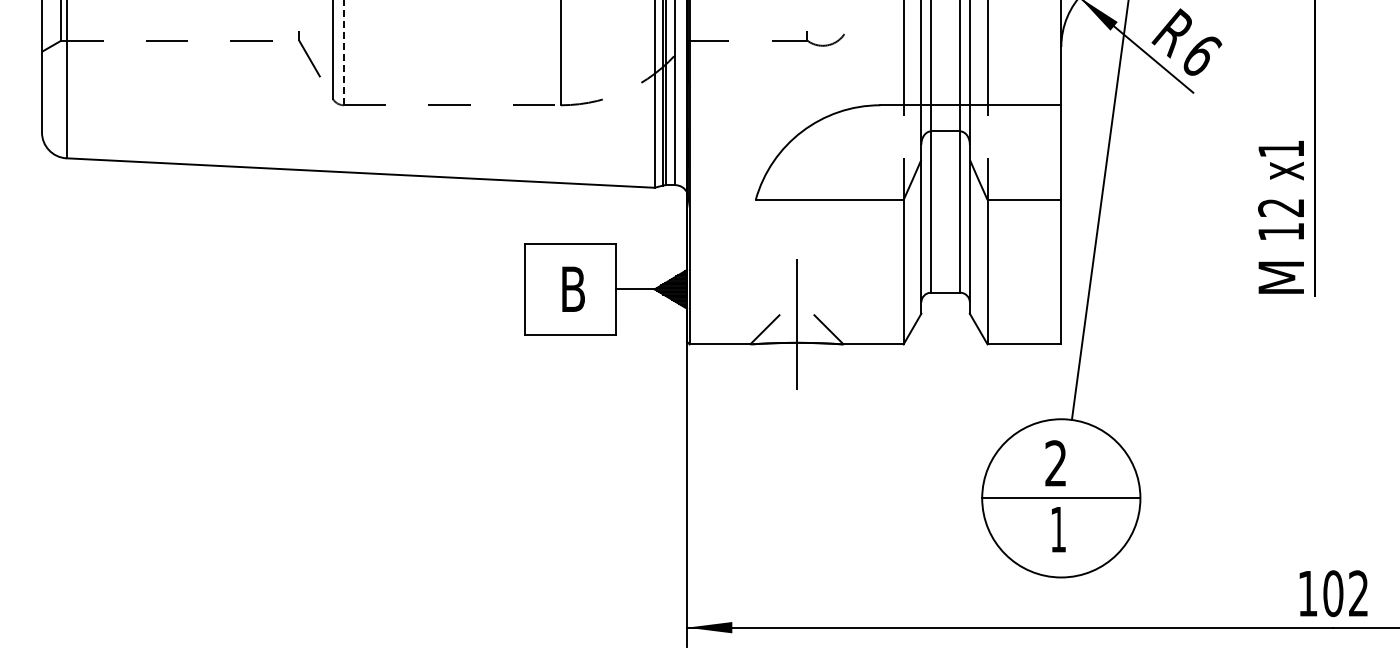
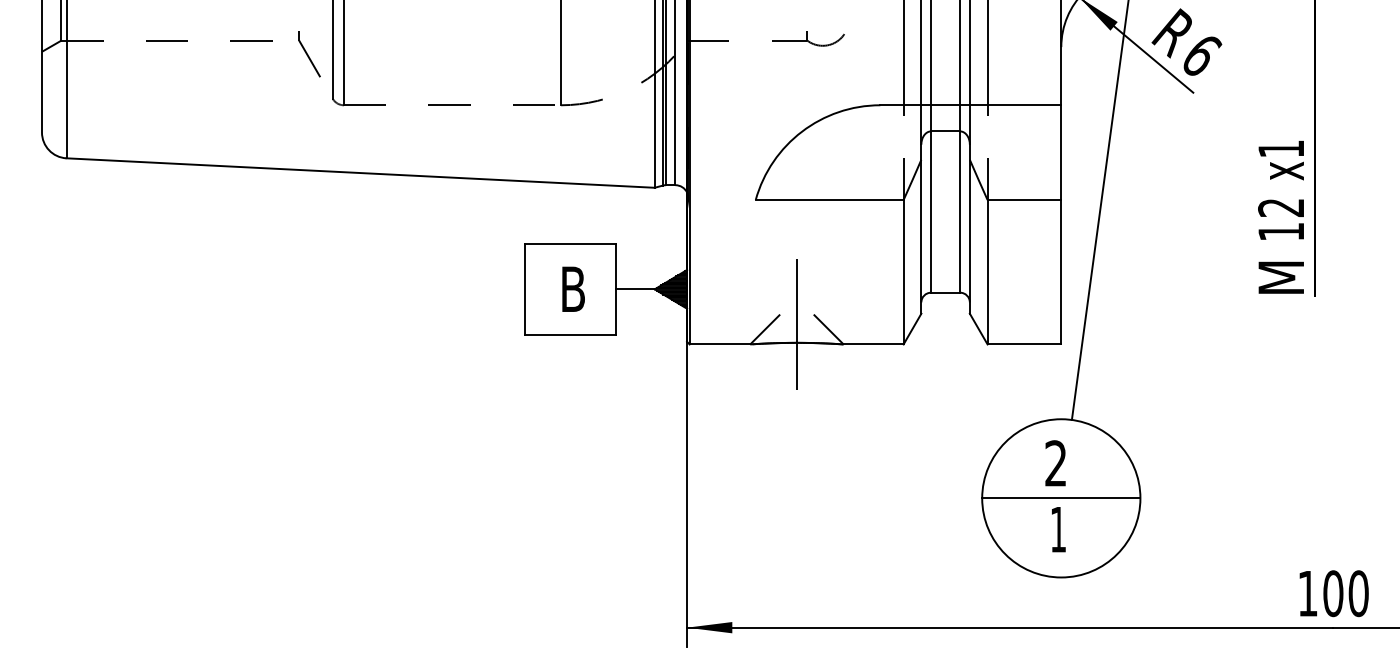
line at (343, 52): dashed -> solid
text at (1358, 593): 102 -> 100
